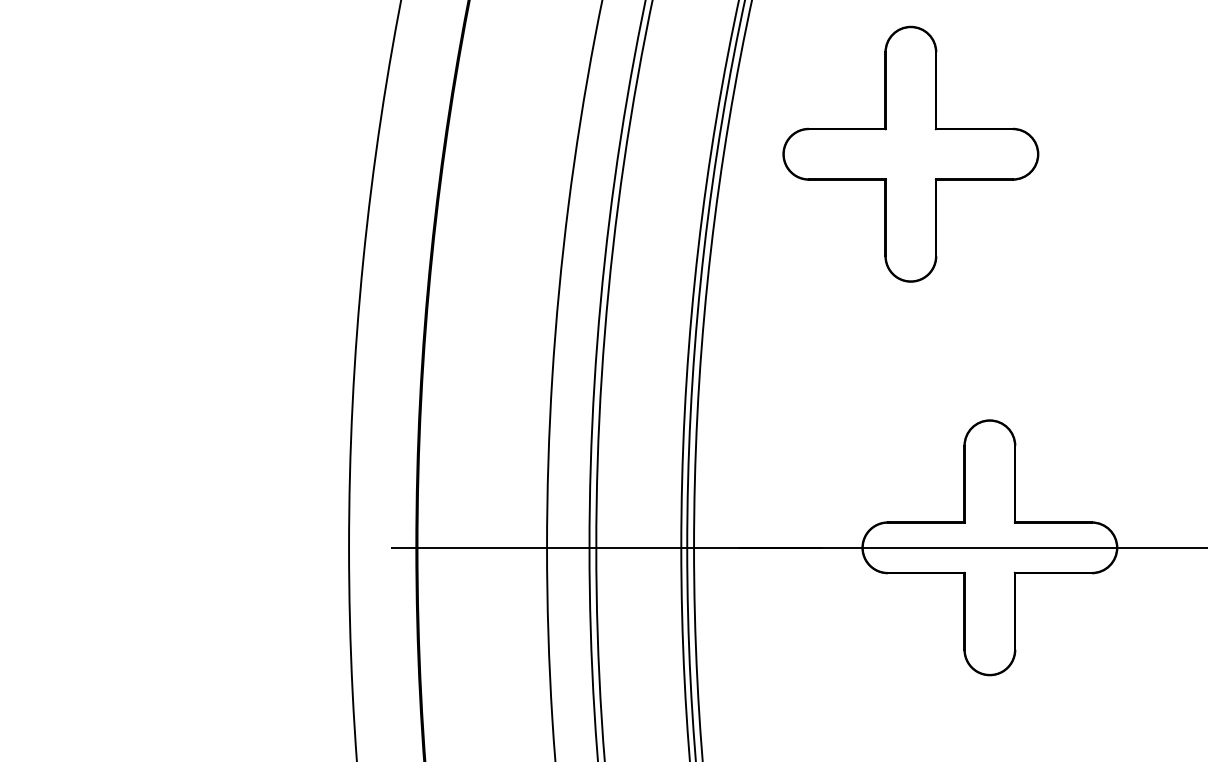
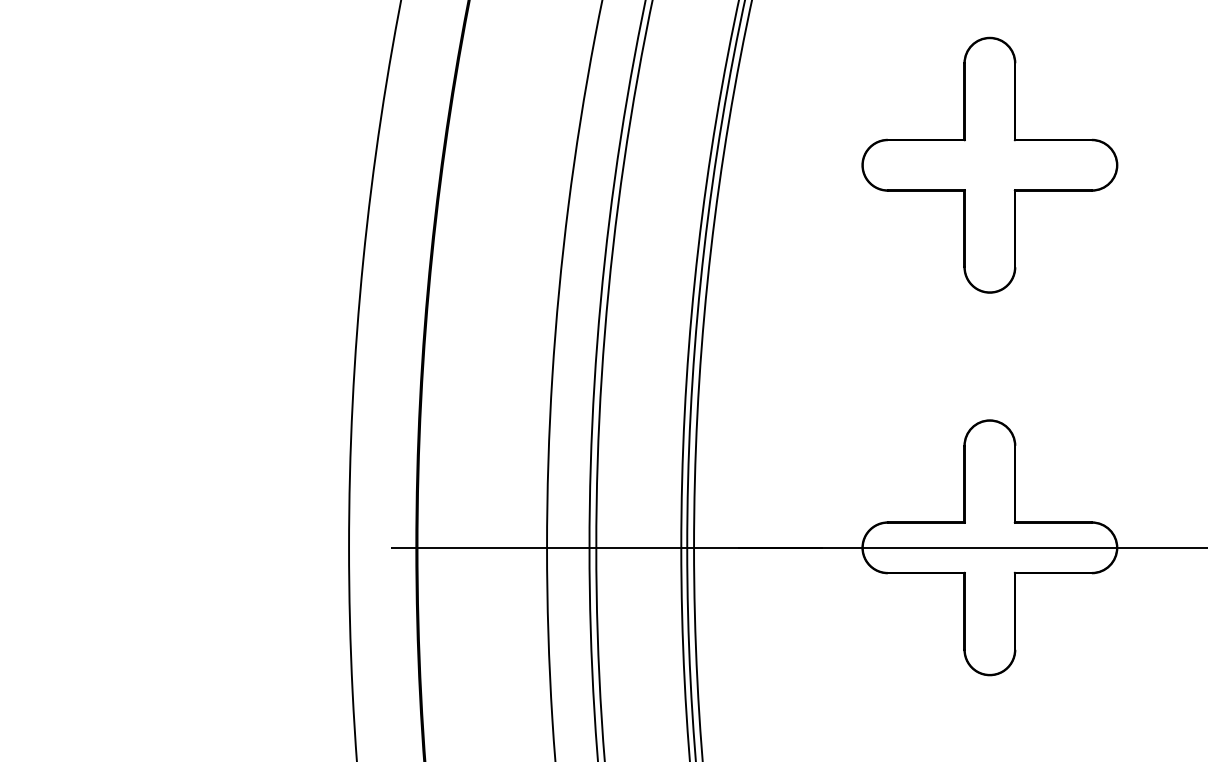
part at (910, 153) position: (910, 153) -> (989, 164)
